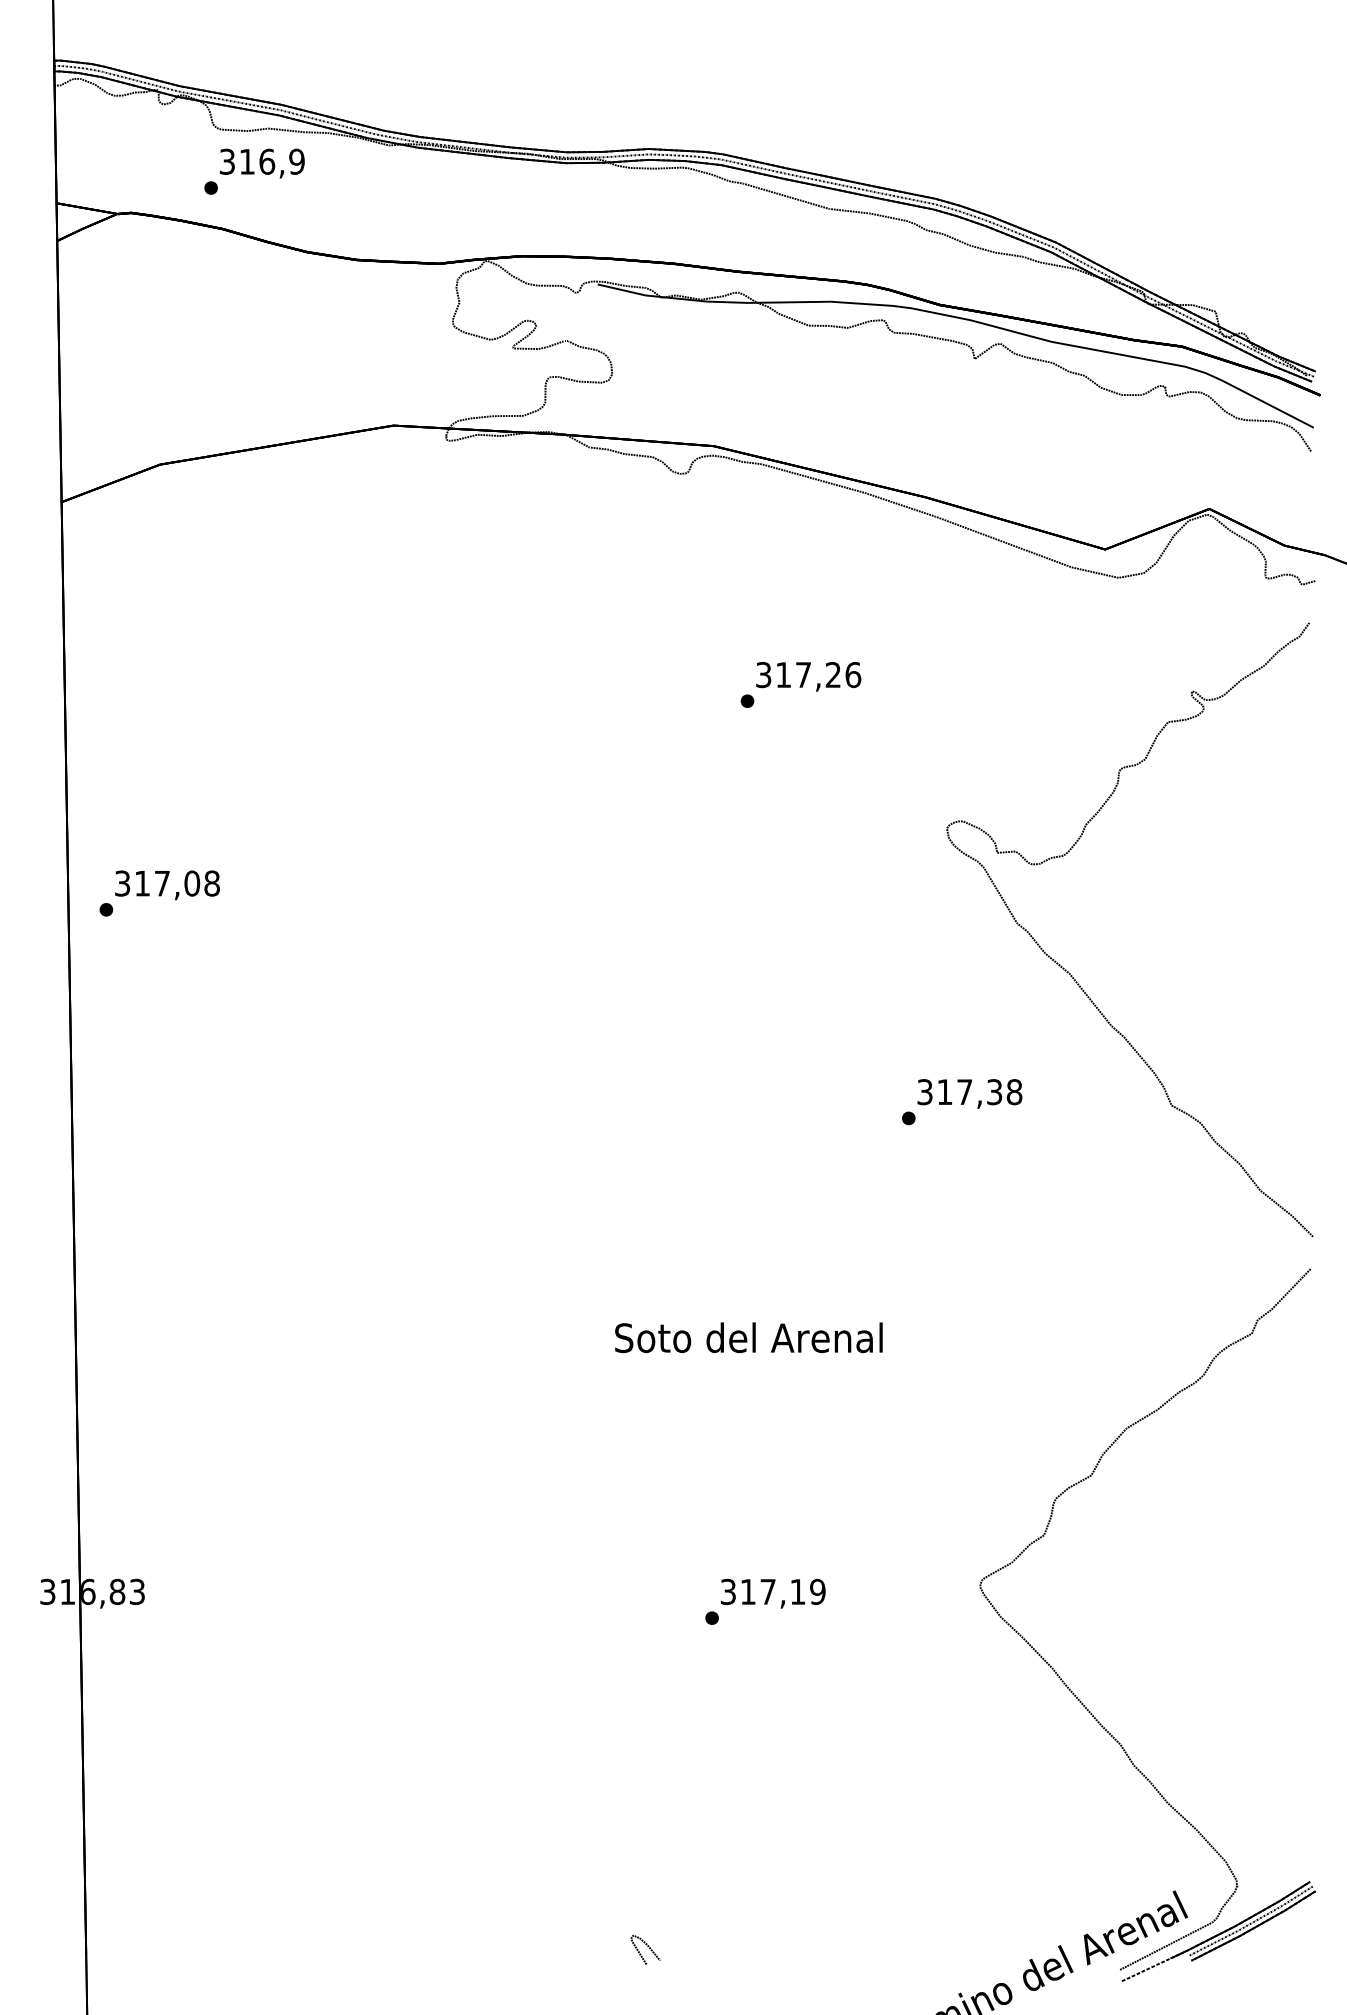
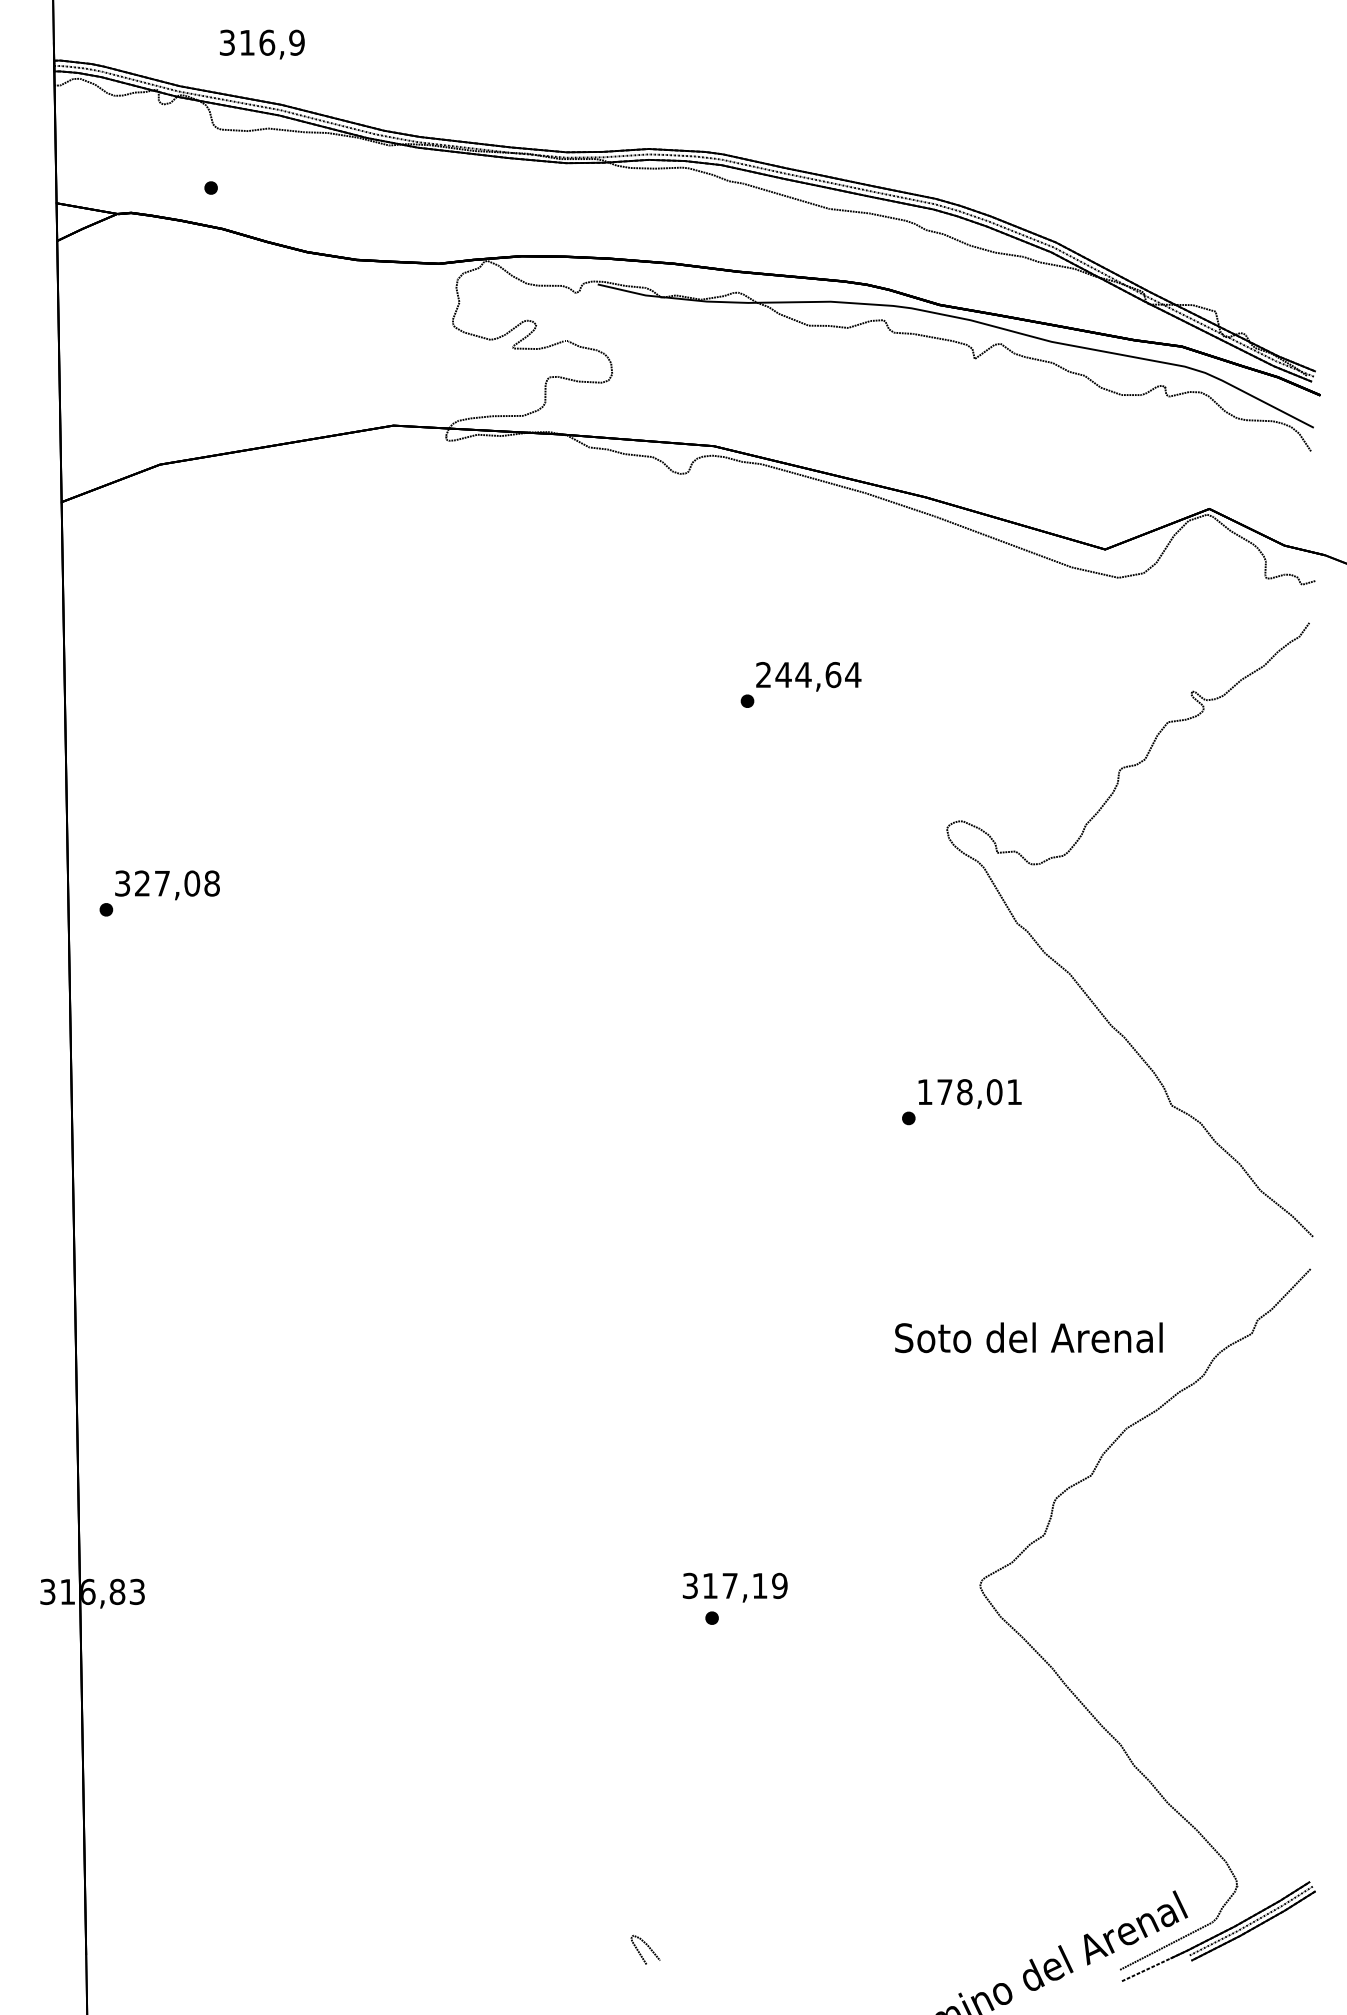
text at (262, 163) position: (262, 163) -> (262, 44)
text at (808, 675): 317,26 -> 244,64
text at (142, 883): 317,08 -> 327,08
text at (969, 1092): 317,38 -> 178,01
text at (748, 1337) position: (748, 1337) -> (1028, 1337)
text at (772, 1593) position: (772, 1593) -> (734, 1587)
